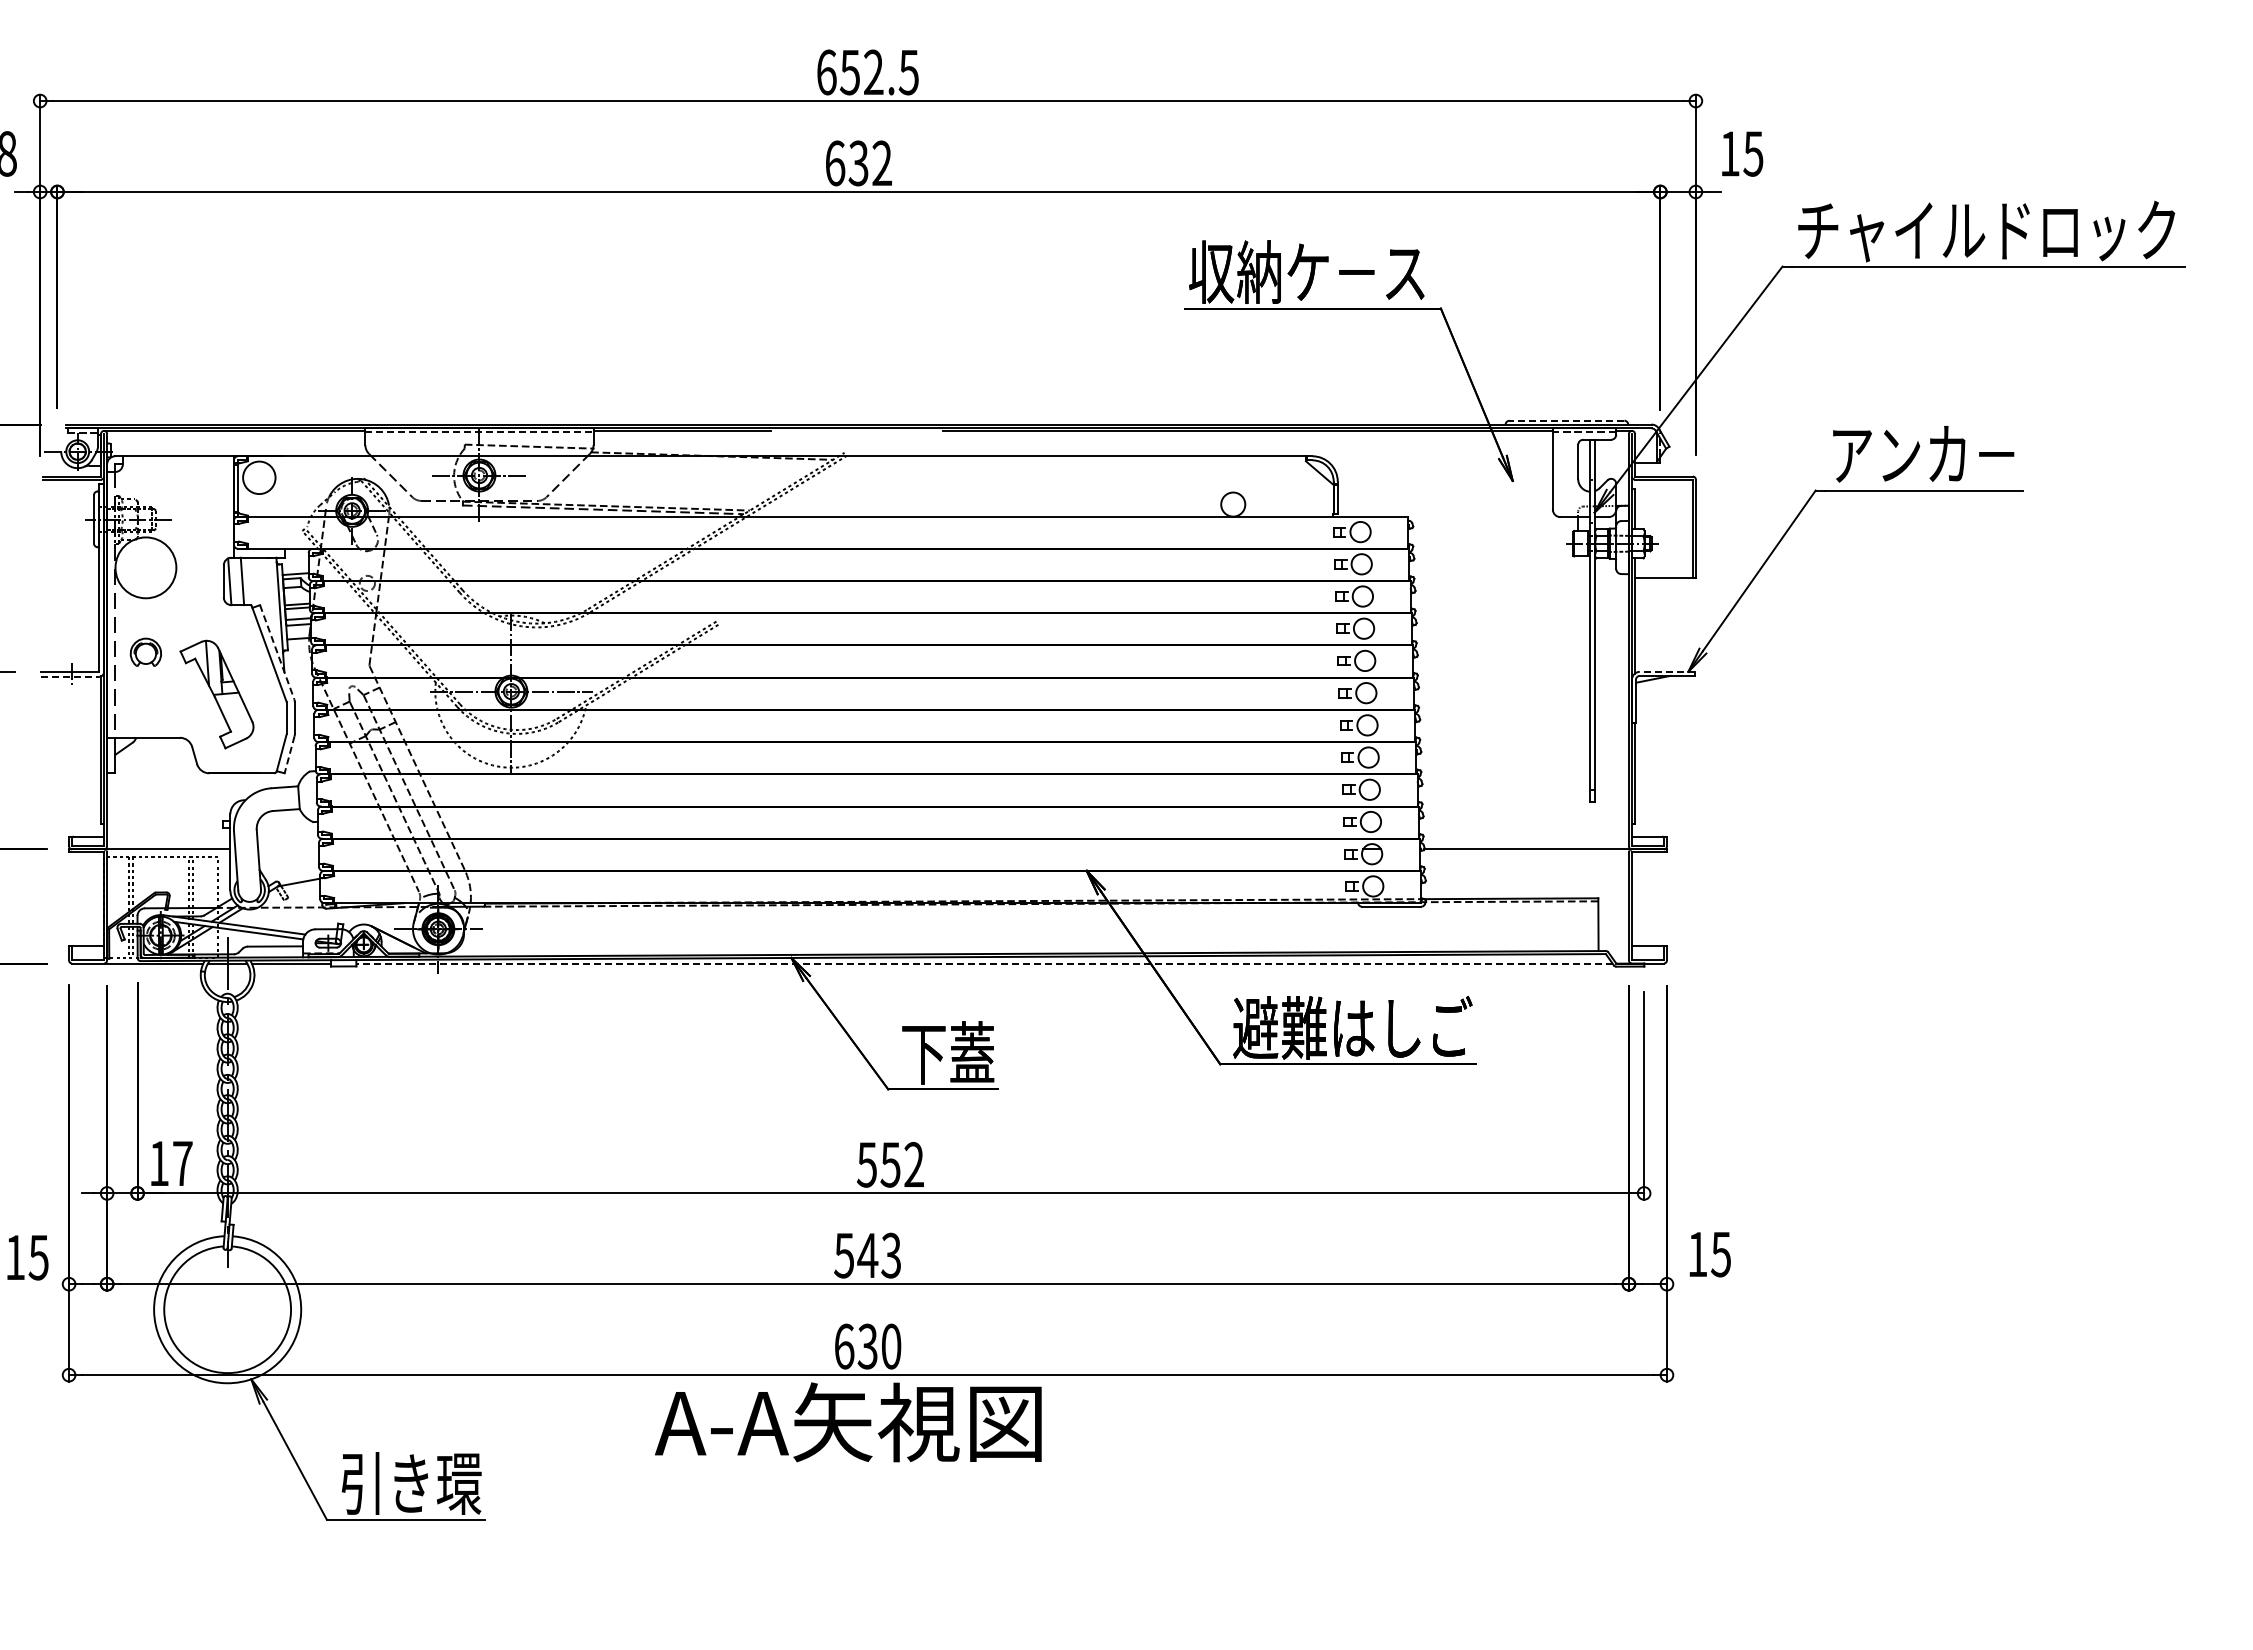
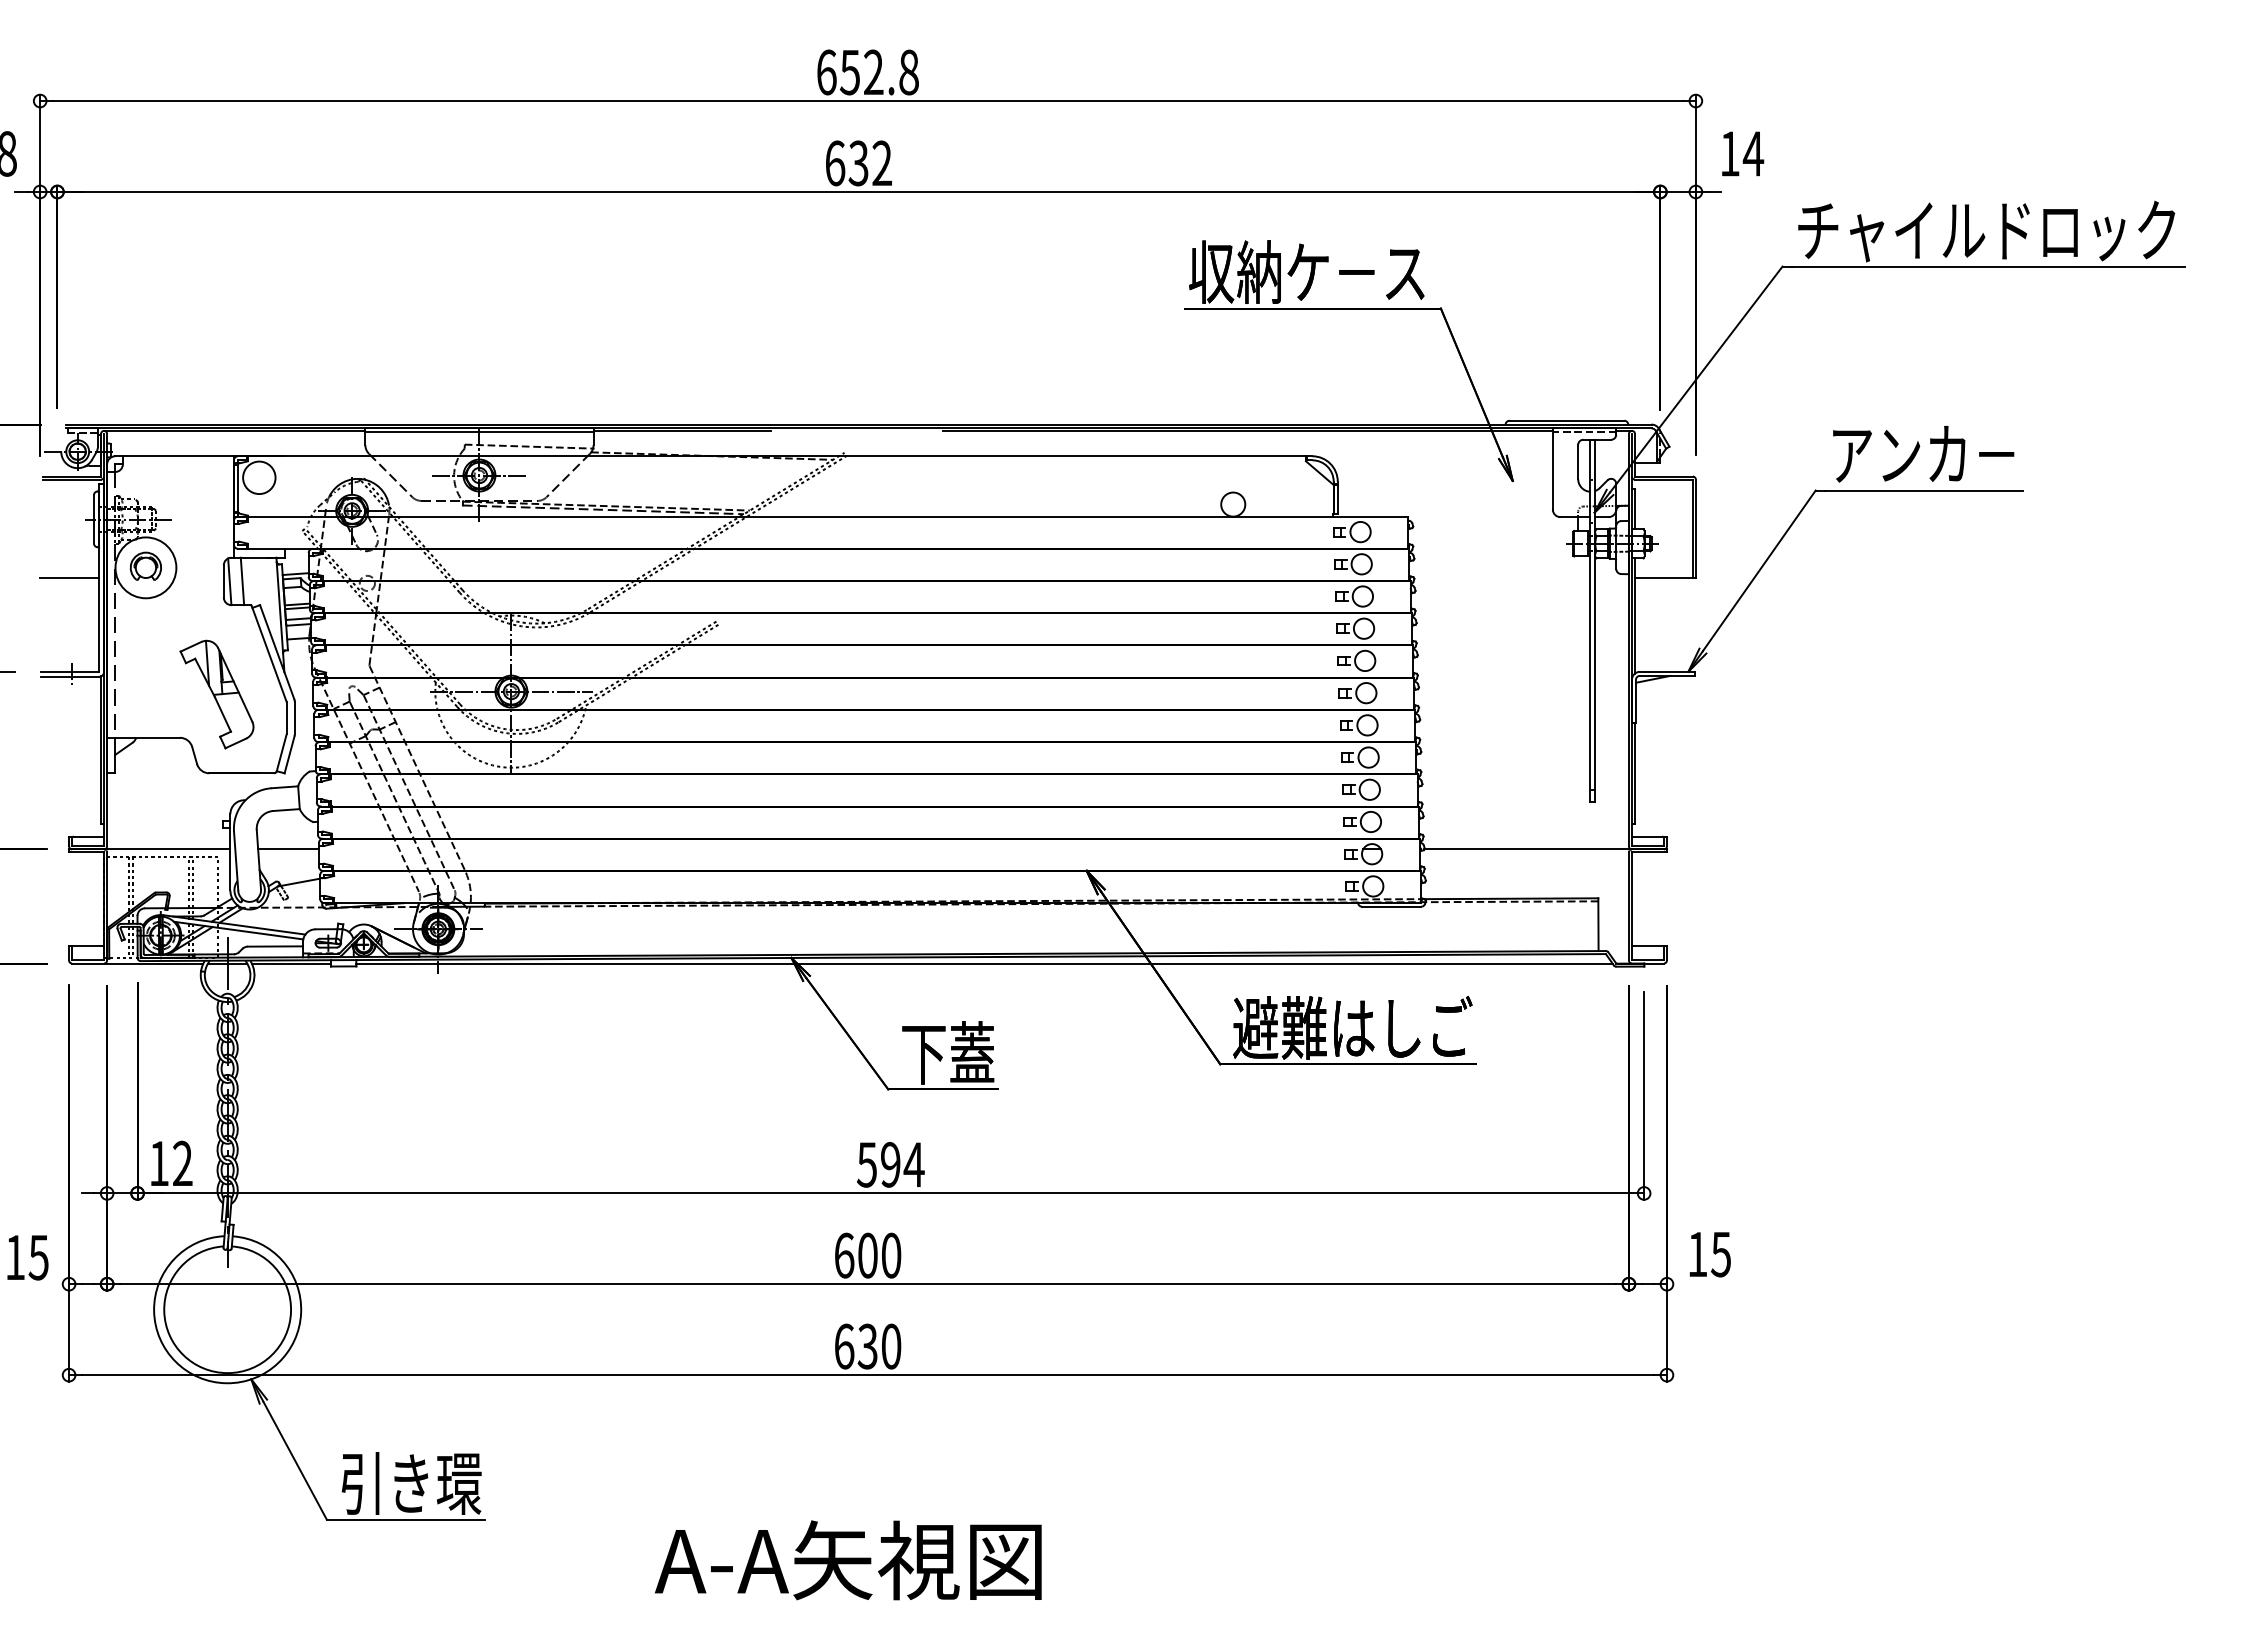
text at (908, 72): 652.5 -> 652.8
text at (1753, 153): 15 -> 14
line at (1566, 420): dashed -> solid
line at (479, 432): dashed -> solid
line at (69, 578): none -> present
part at (145, 651) position: (145, 651) -> (145, 565)
line at (277, 652): dashed -> solid
line at (1667, 671): dashed -> solid
line at (70, 676): dashed -> solid
line at (289, 755): dashed -> solid
line at (288, 849): none -> present
line at (983, 963): dashed -> solid
text at (182, 1162): 17 -> 12
text at (902, 1164): 552 -> 594
text at (867, 1255): 543 -> 600
text at (848, 1422) position: (848, 1422) -> (848, 1560)
